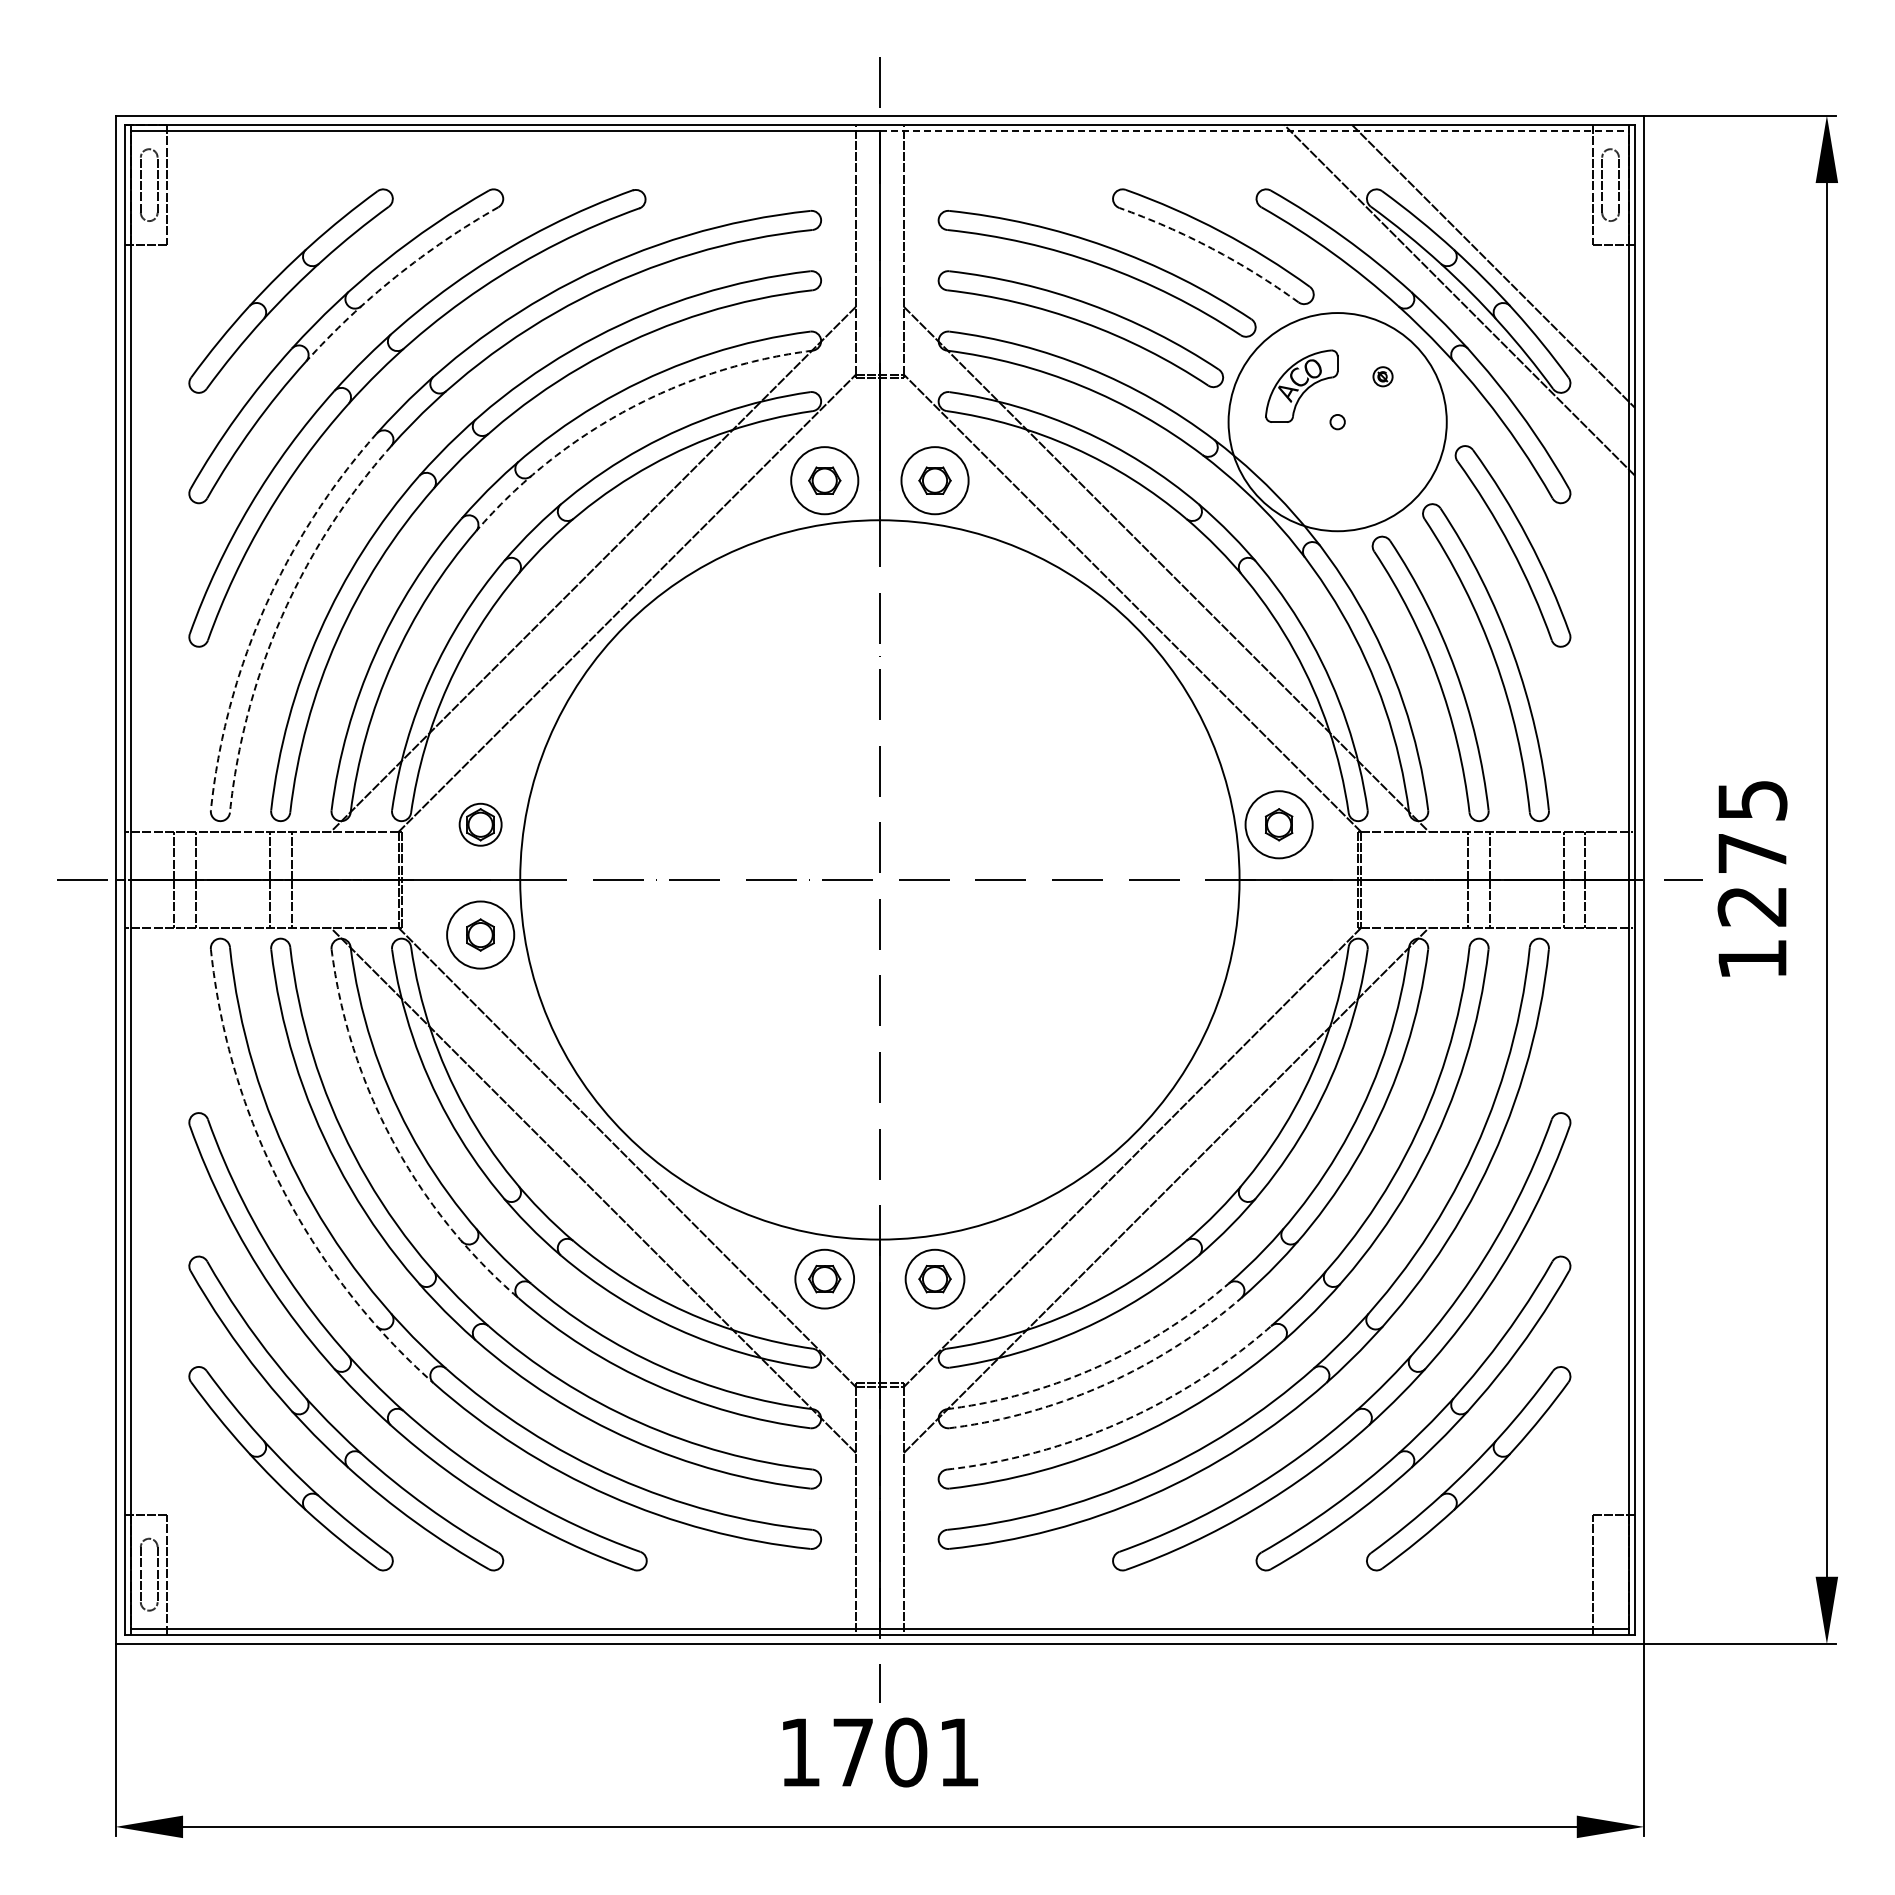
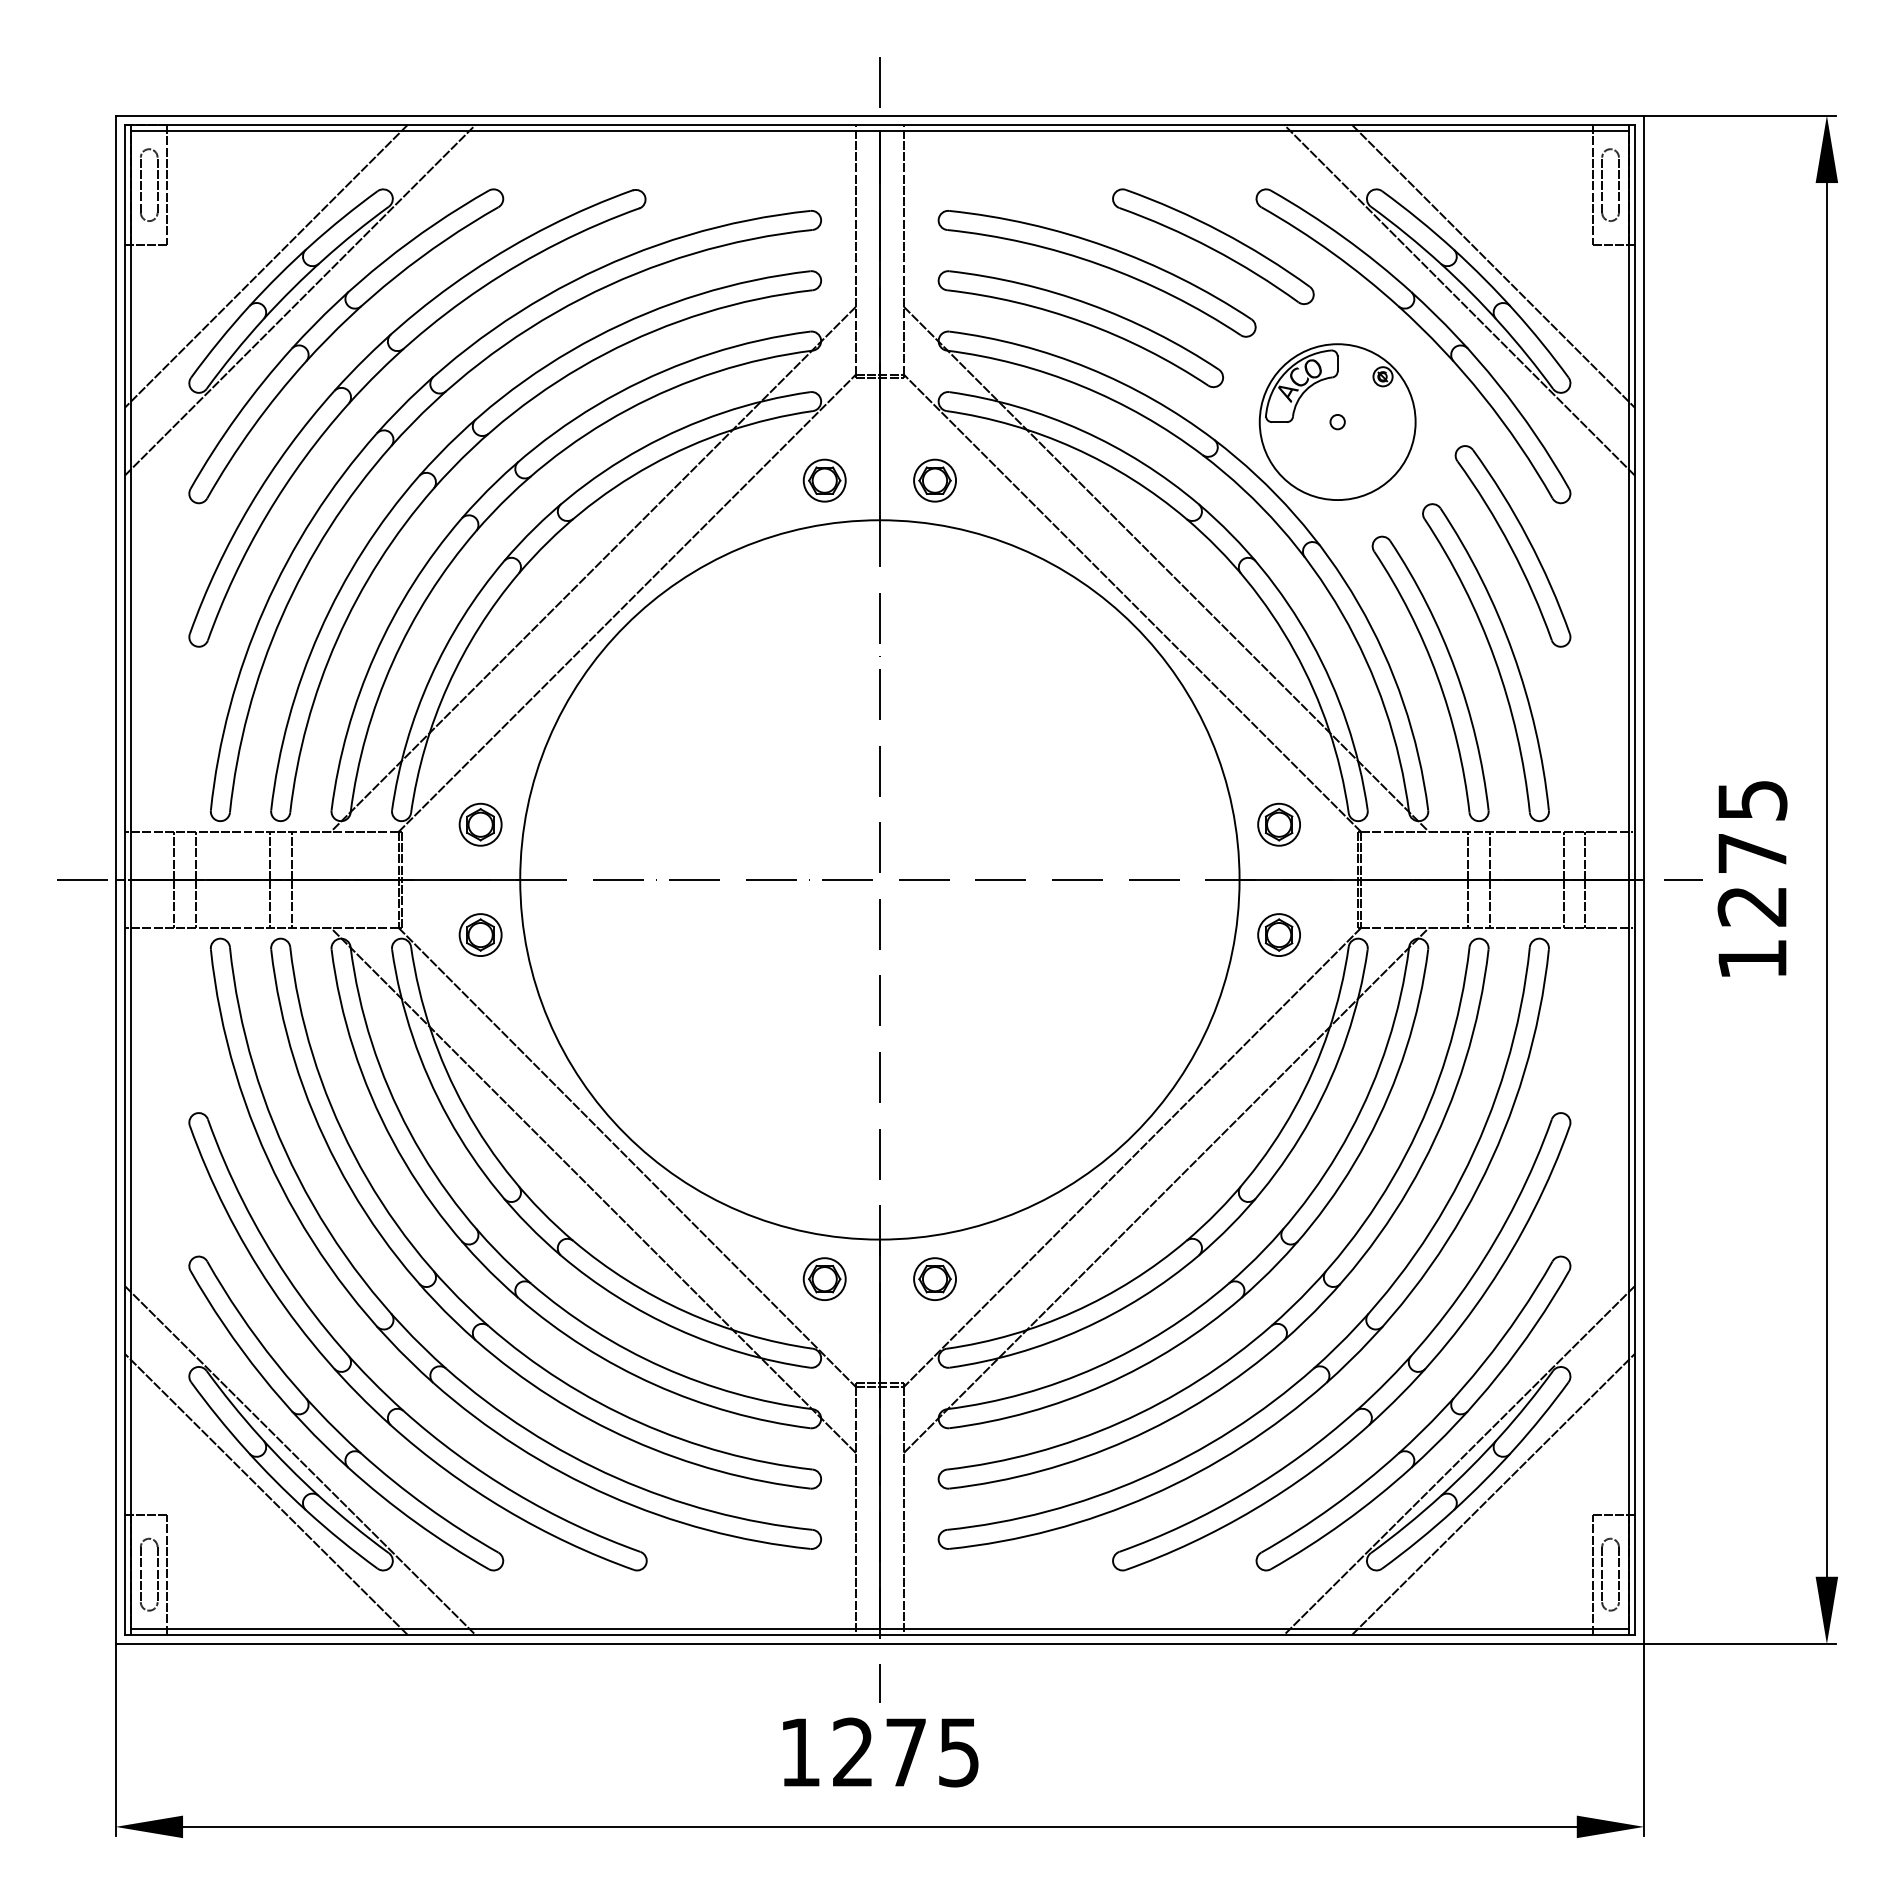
line at (1254, 130): dashed -> solid
arc at (1212, 248): dashed -> solid
line at (266, 266): none -> present
arc at (396, 276): dashed -> solid
line at (300, 300): none -> present
arc at (627, 409): dashed -> solid
circle at (1337, 422) diameter: 218 px -> 156 px
circle at (824, 480) diameter: 67 px -> 42 px
circle at (934, 480) diameter: 67 px -> 42 px
arc at (264, 609): dashed -> solid
arc at (281, 616): dashed -> solid
circle at (1278, 824) diameter: 67 px -> 42 px
circle at (480, 934) diameter: 67 px -> 42 px
part at (1278, 934): none -> present
arc at (392, 1141): dashed -> solid
arc at (281, 1187): dashed -> solid
circle at (824, 1278) diameter: 59 px -> 42 px
circle at (934, 1278) diameter: 59 px -> 42 px
arc at (1097, 1367): dashed -> solid
arc at (1104, 1384): dashed -> solid
arc at (1120, 1422): dashed -> solid
line at (300, 1460): none -> present
line at (1459, 1460): none -> present
line at (266, 1494): none -> present
line at (1493, 1494): none -> present
part at (1602, 1574): none -> present
text at (905, 1752): 1701 -> 1275
